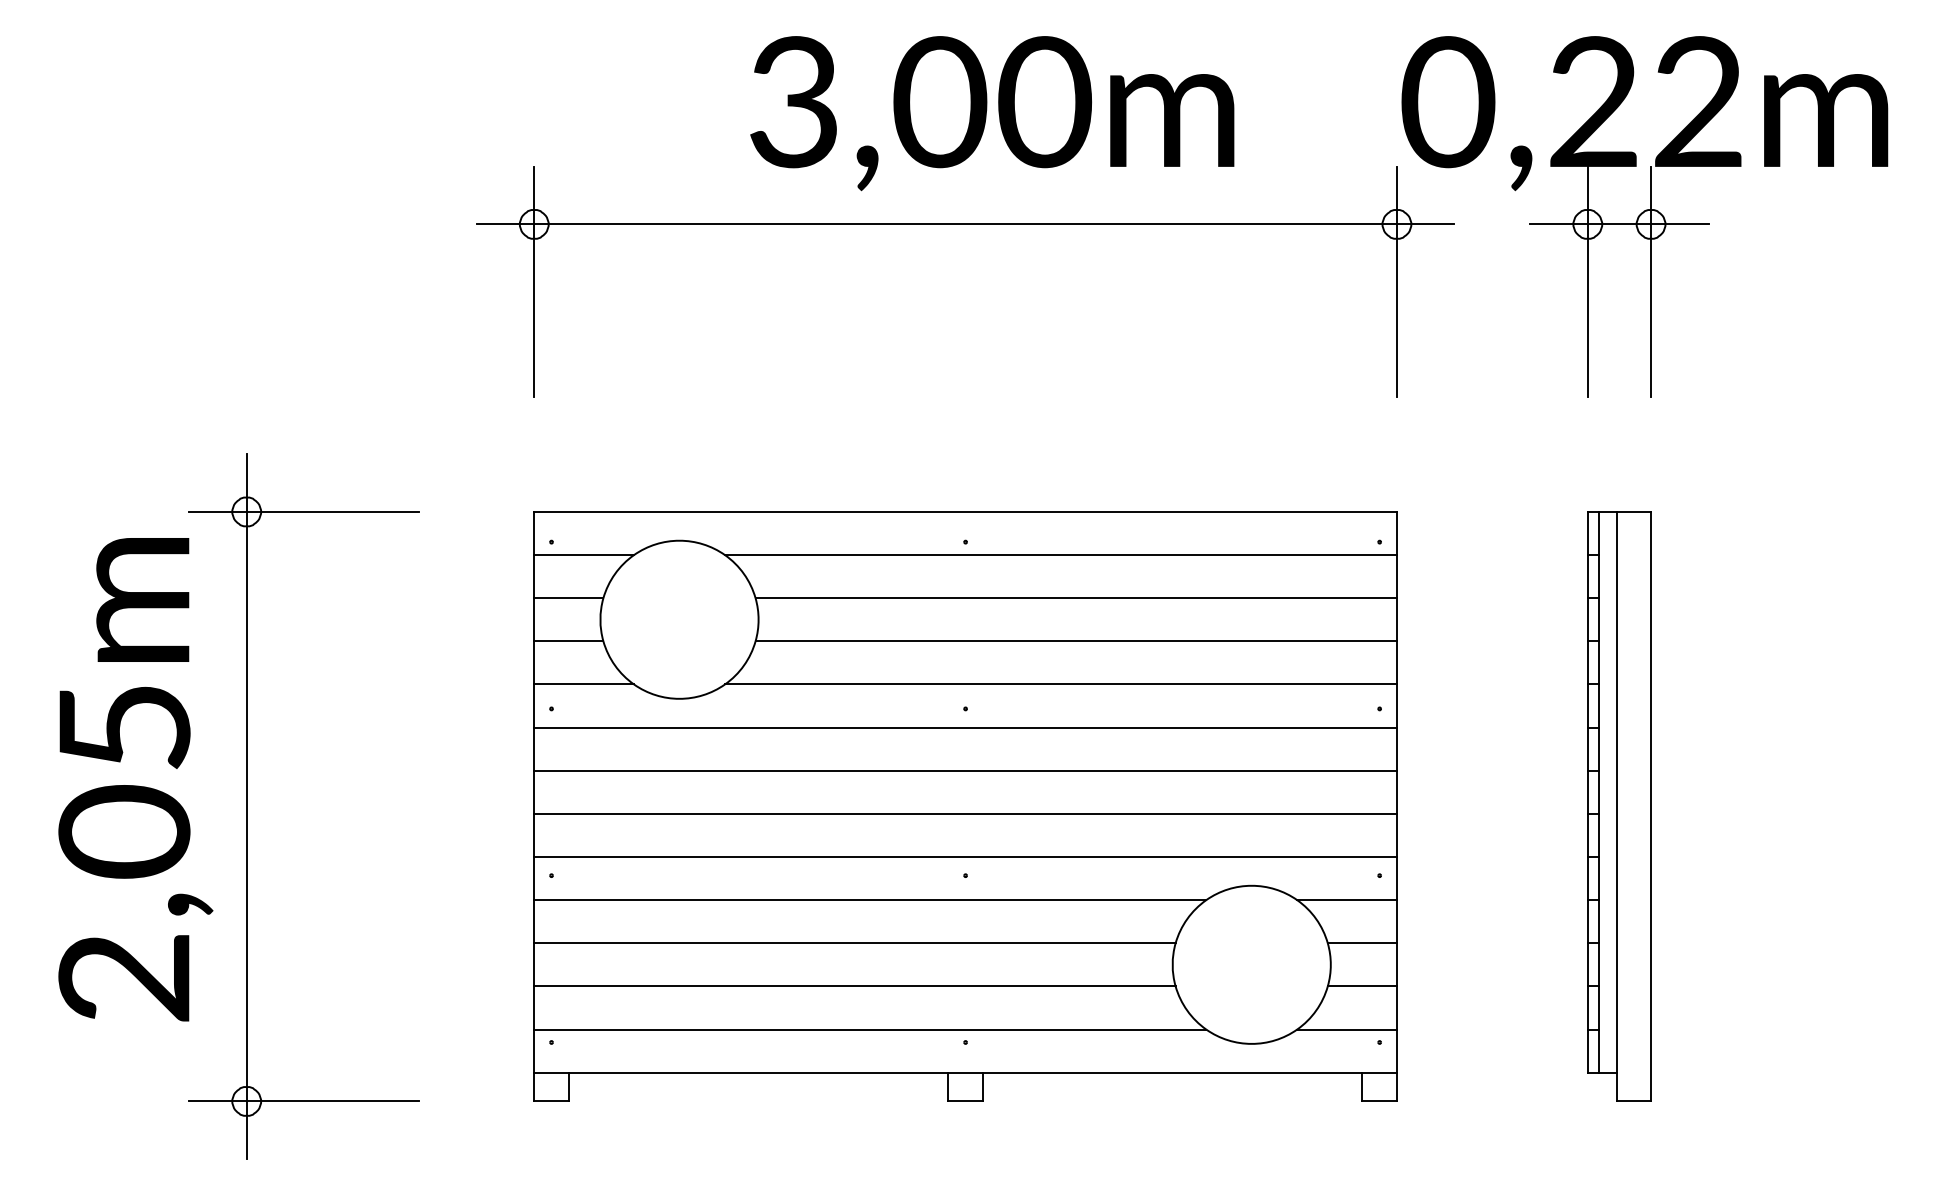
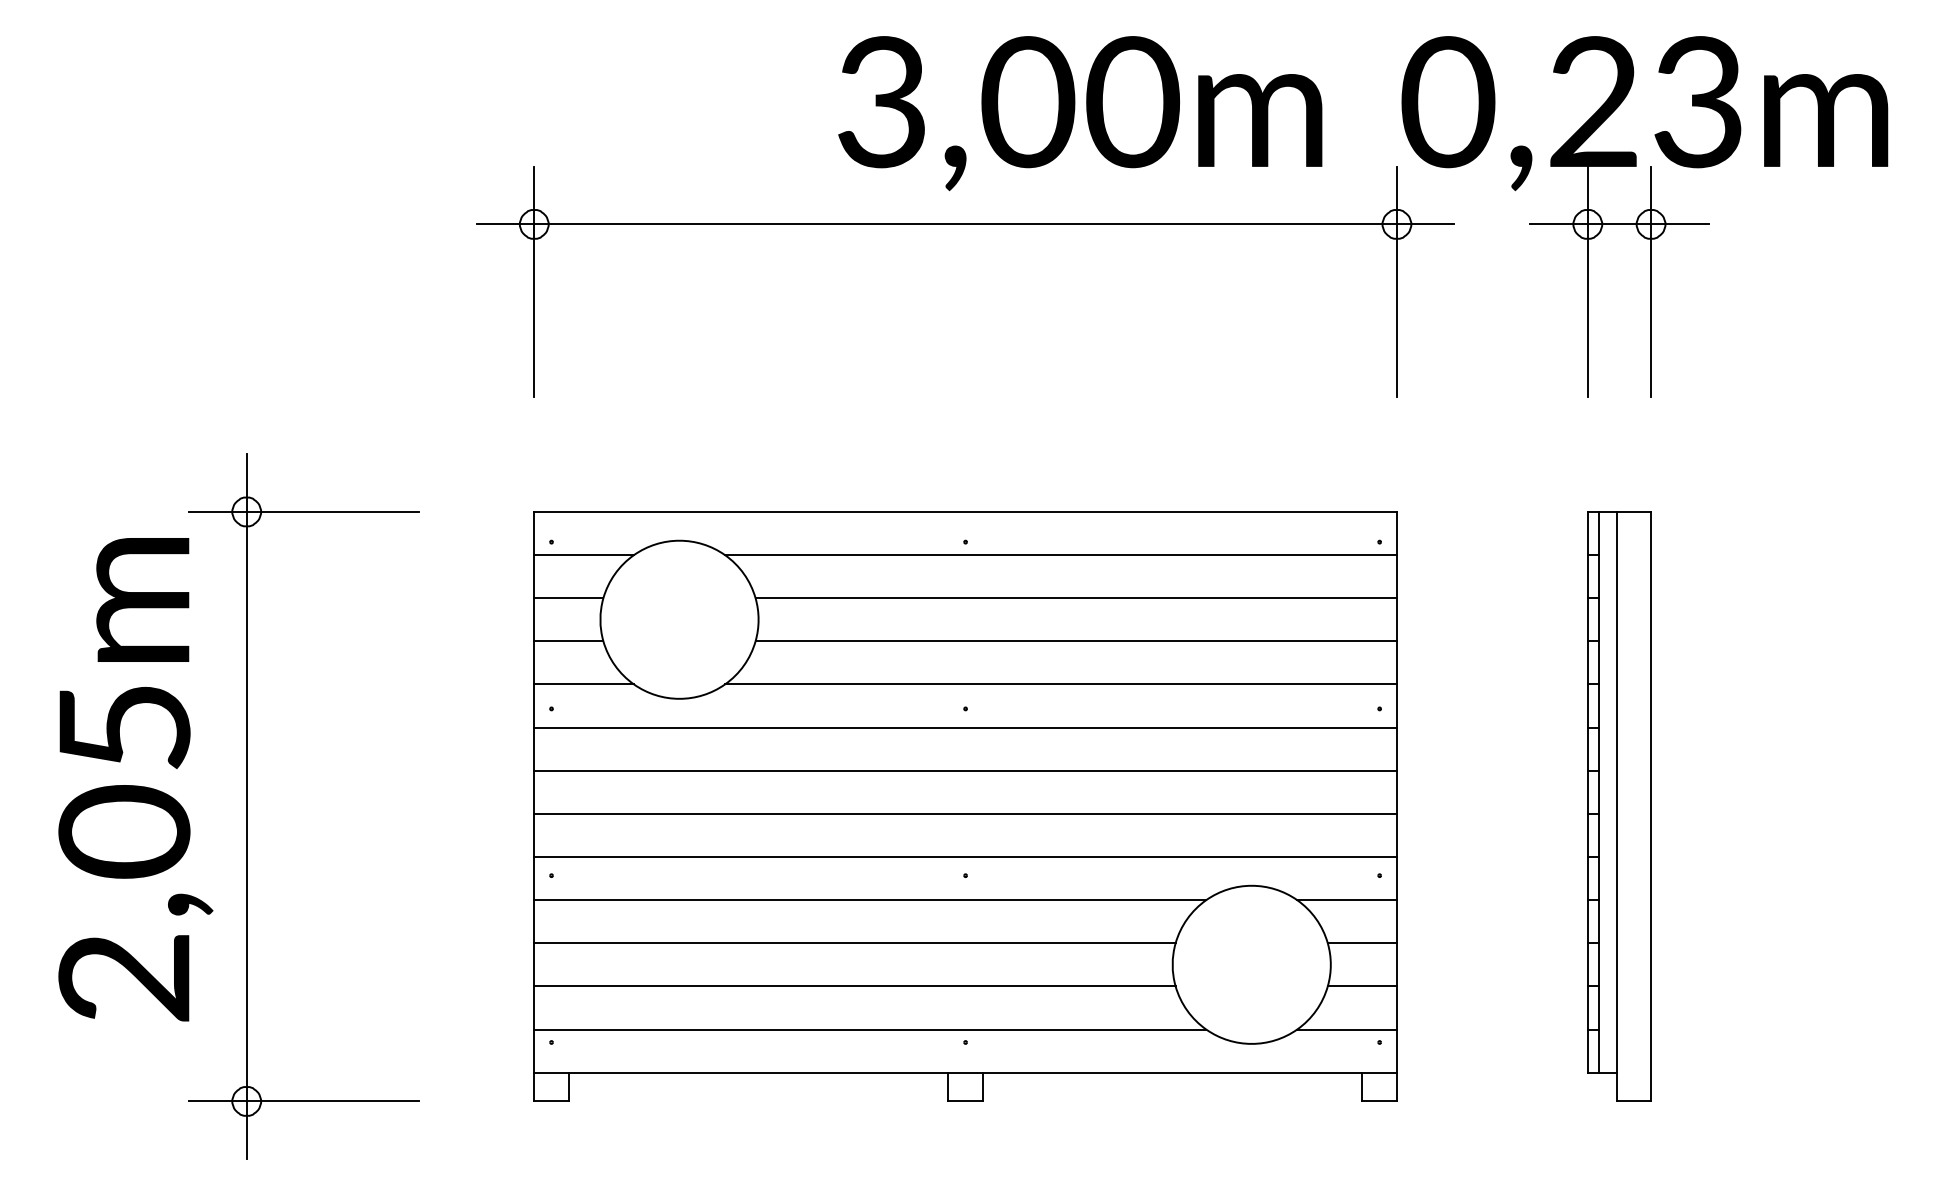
text at (1697, 102): 0,22m -> 0,23m
text at (992, 113) position: (992, 113) -> (1080, 113)
